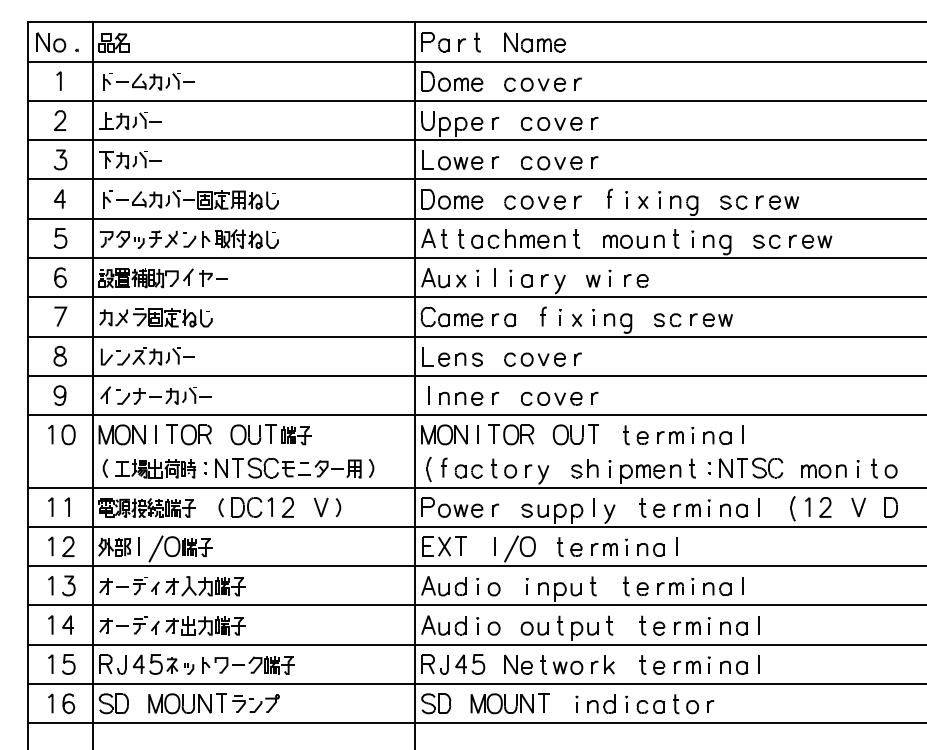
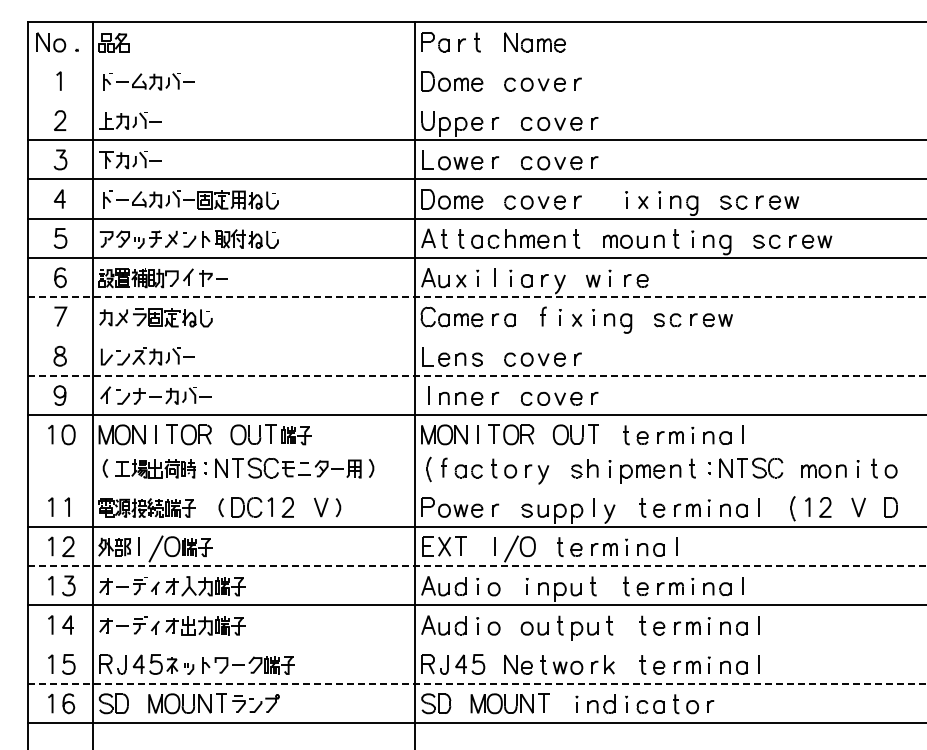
line at (475, 61): present -> none
line at (475, 100): present -> none
part at (609, 198): present -> none
line at (477, 297): solid -> dashed
line at (475, 336): present -> none
line at (477, 375): solid -> dashed
line at (475, 487): present -> none
line at (477, 566): solid -> dashed
line at (475, 644): present -> none
line at (477, 684): solid -> dashed
